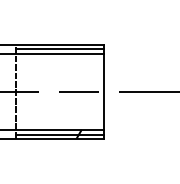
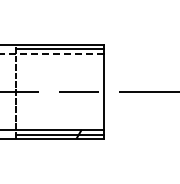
line at (51, 54): solid -> dashed
